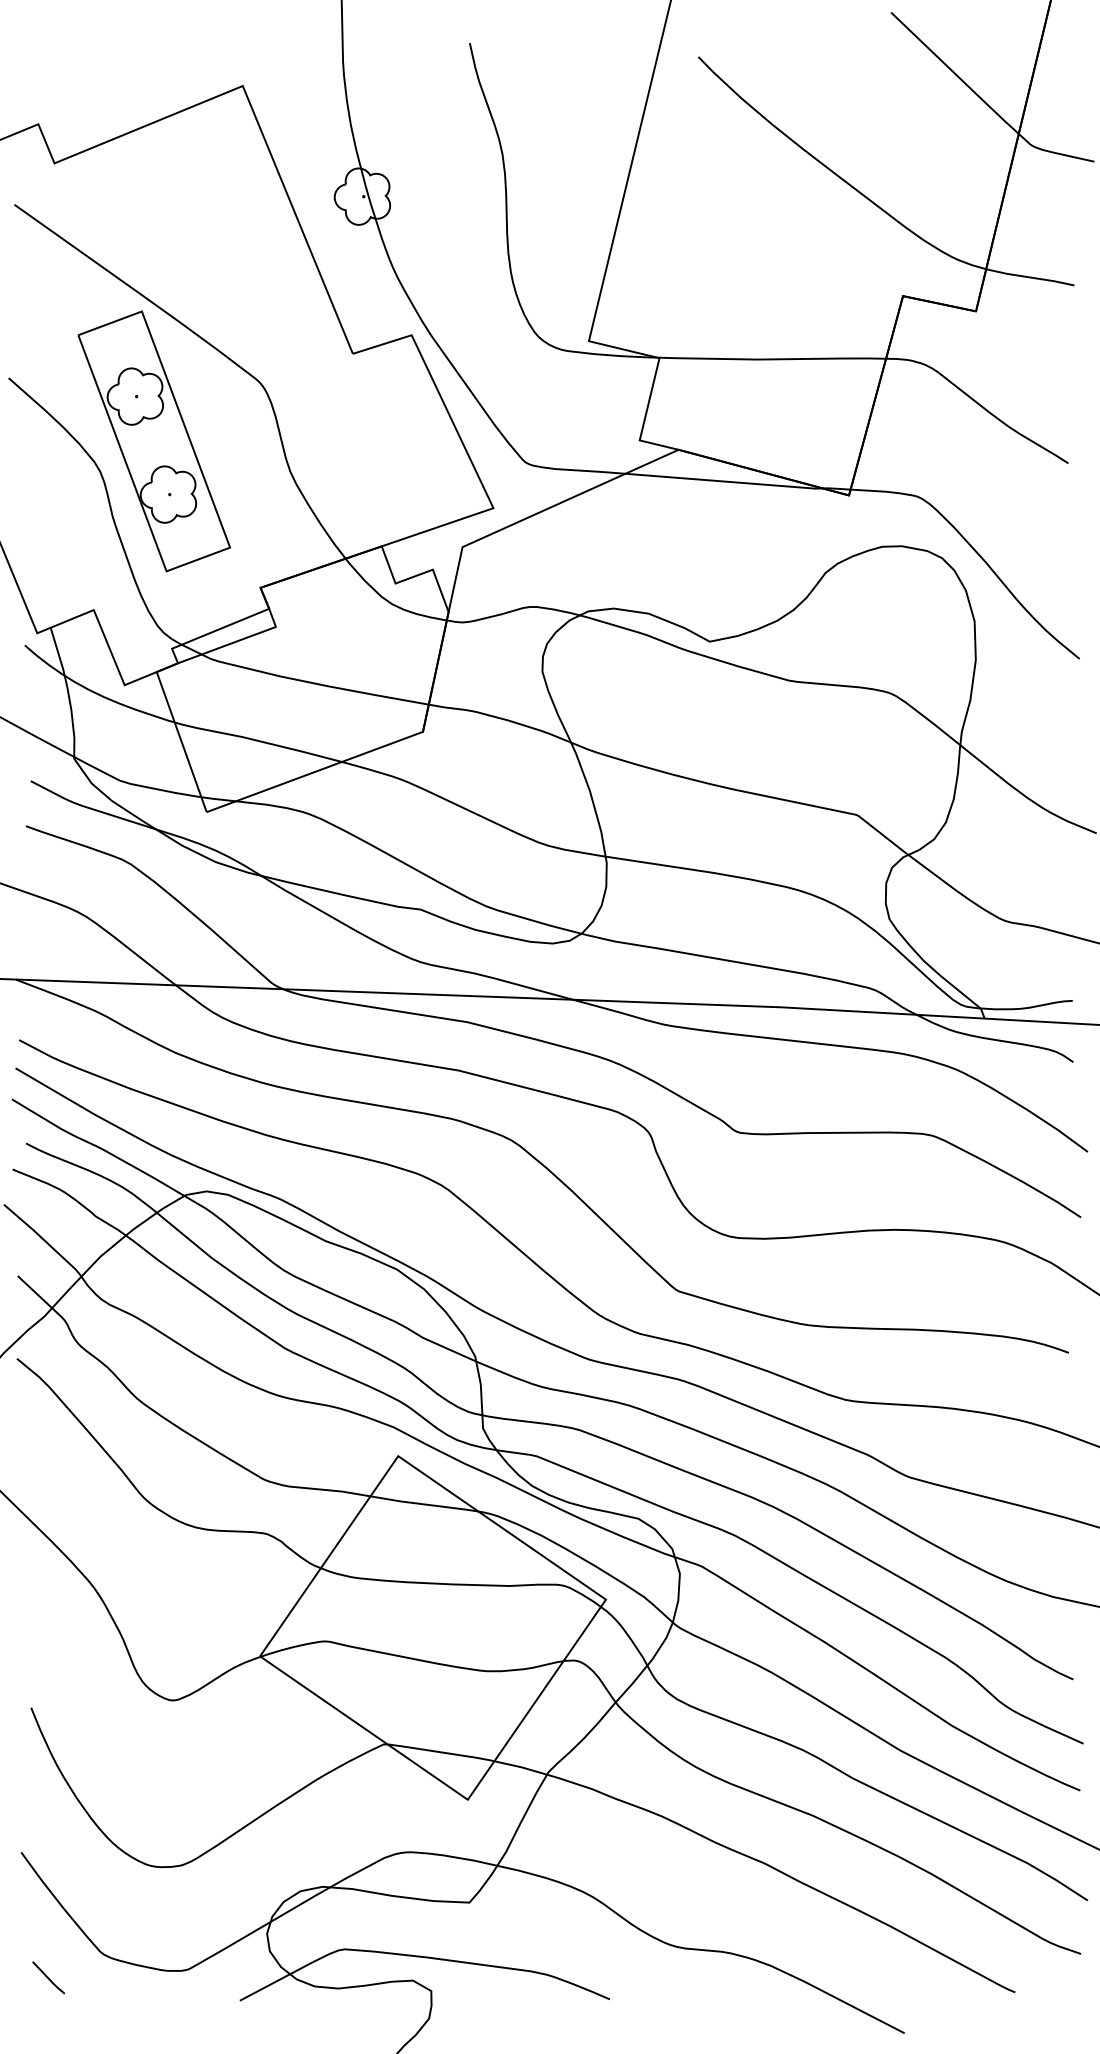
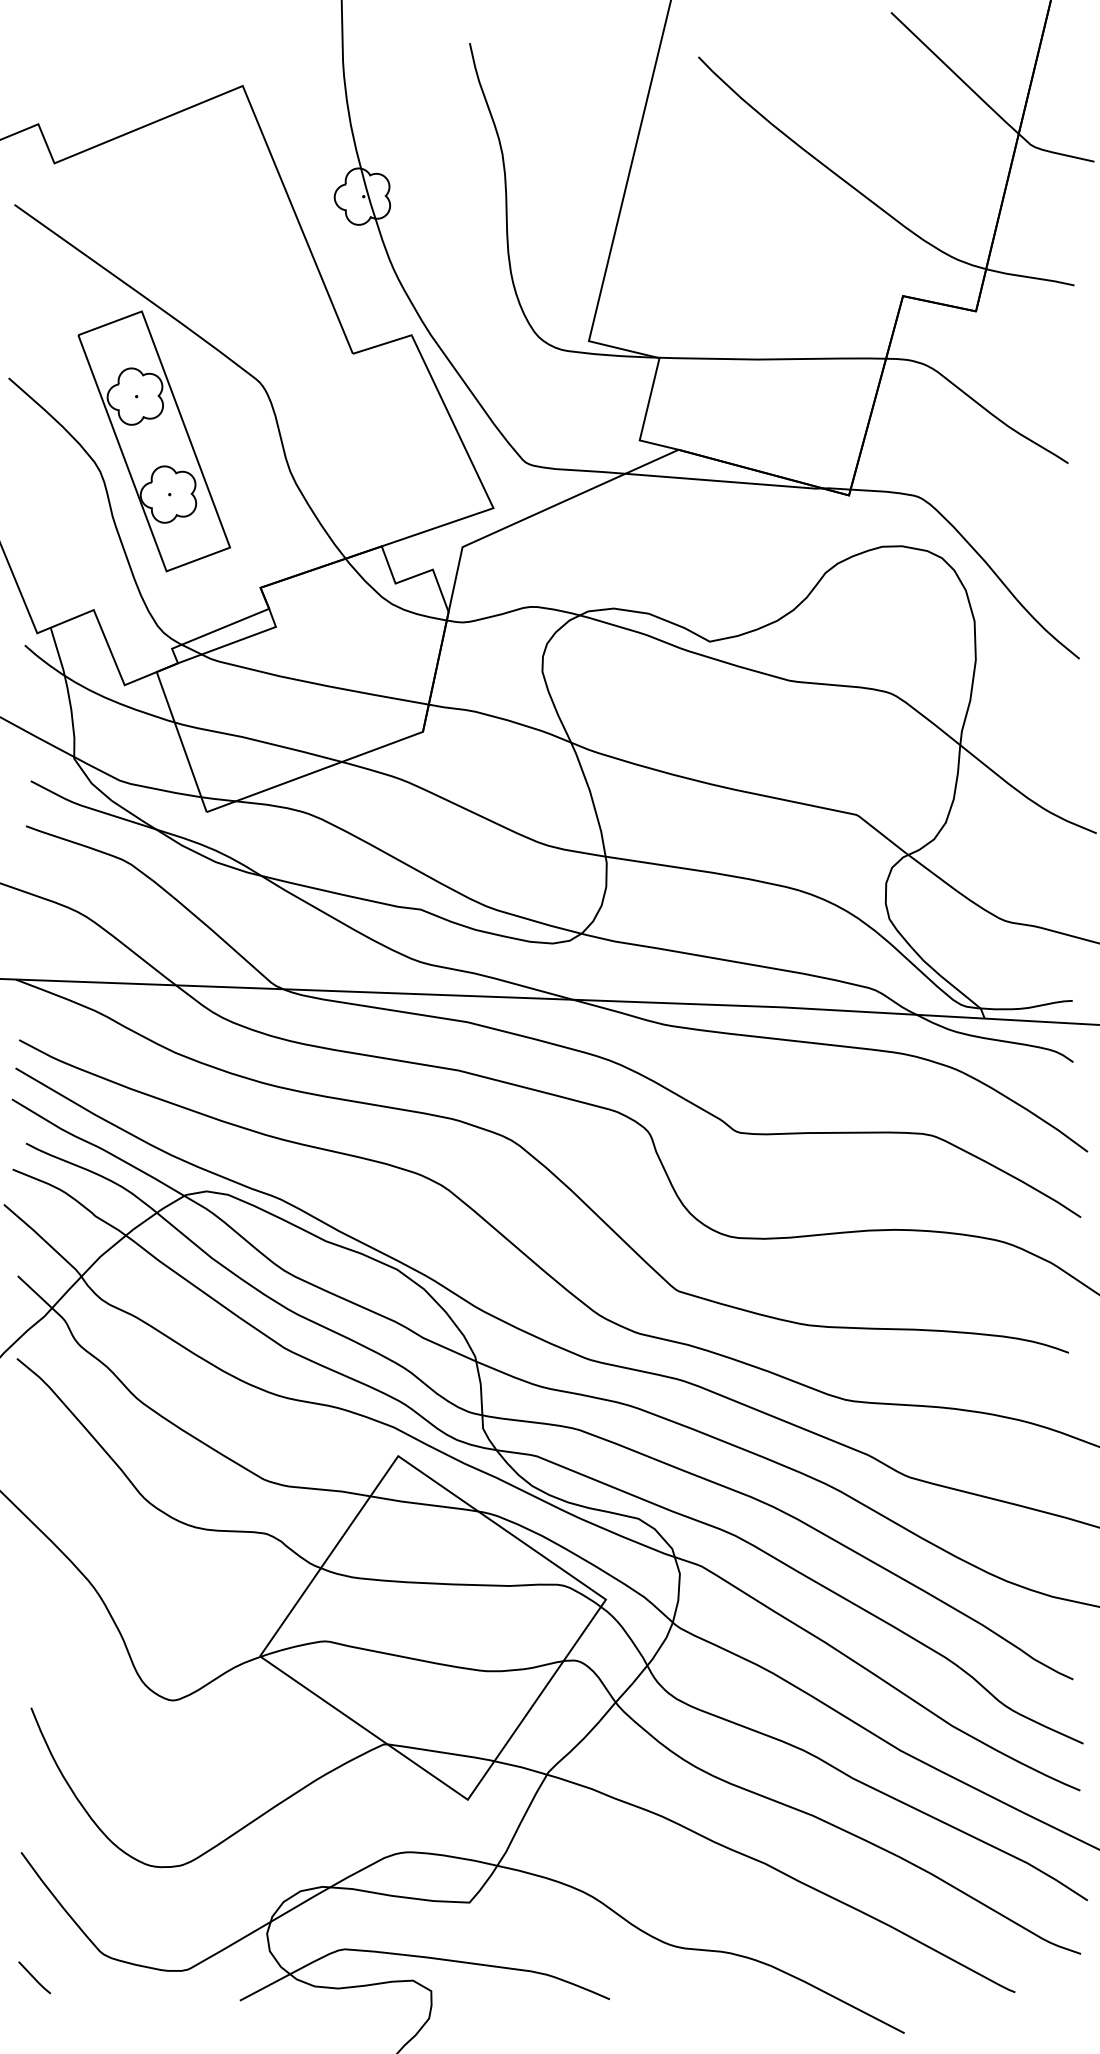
line at (48, 1977) position: (48, 1977) -> (34, 1977)
